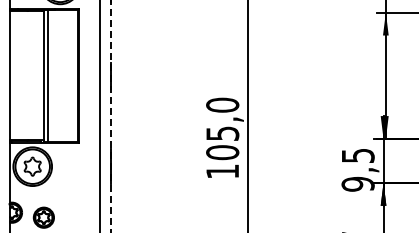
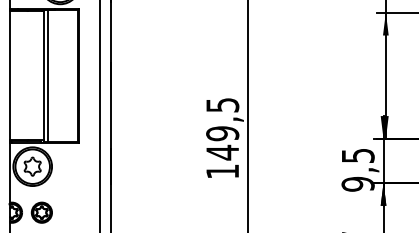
line at (110, 116): dashed -> solid
text at (222, 128): 105,0 -> 149,5
part at (43, 217) position: (43, 217) -> (41, 212)
